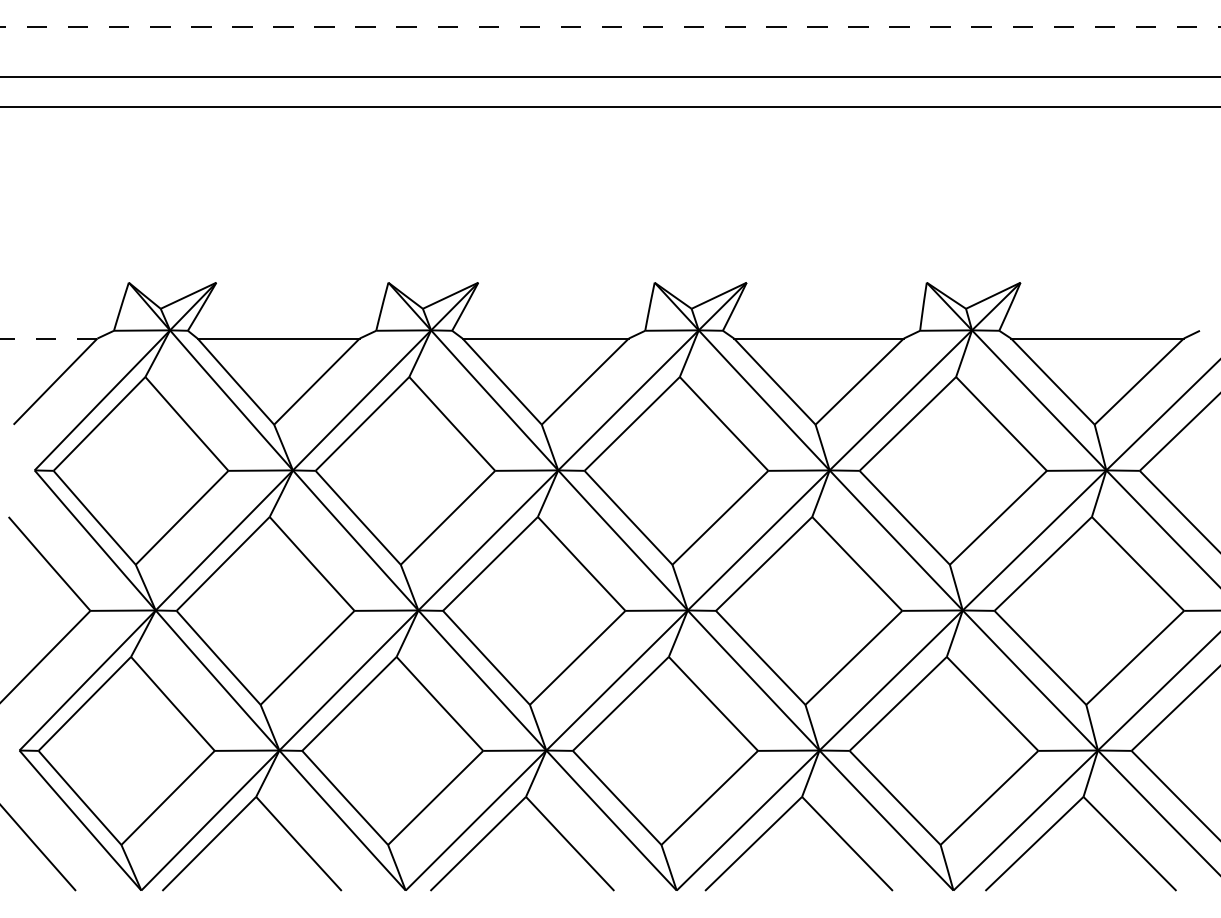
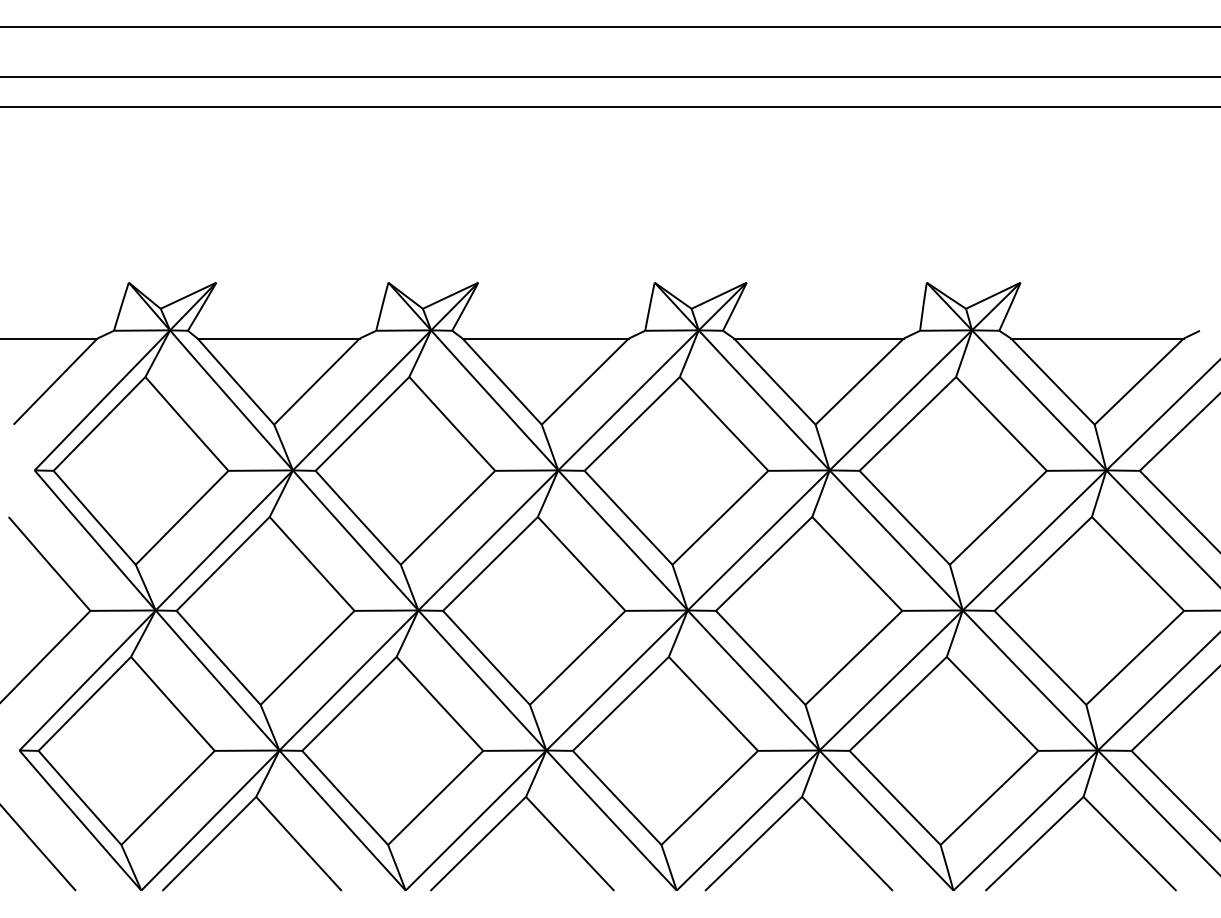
line at (610, 27): dashed -> solid
line at (48, 338): dashed -> solid
